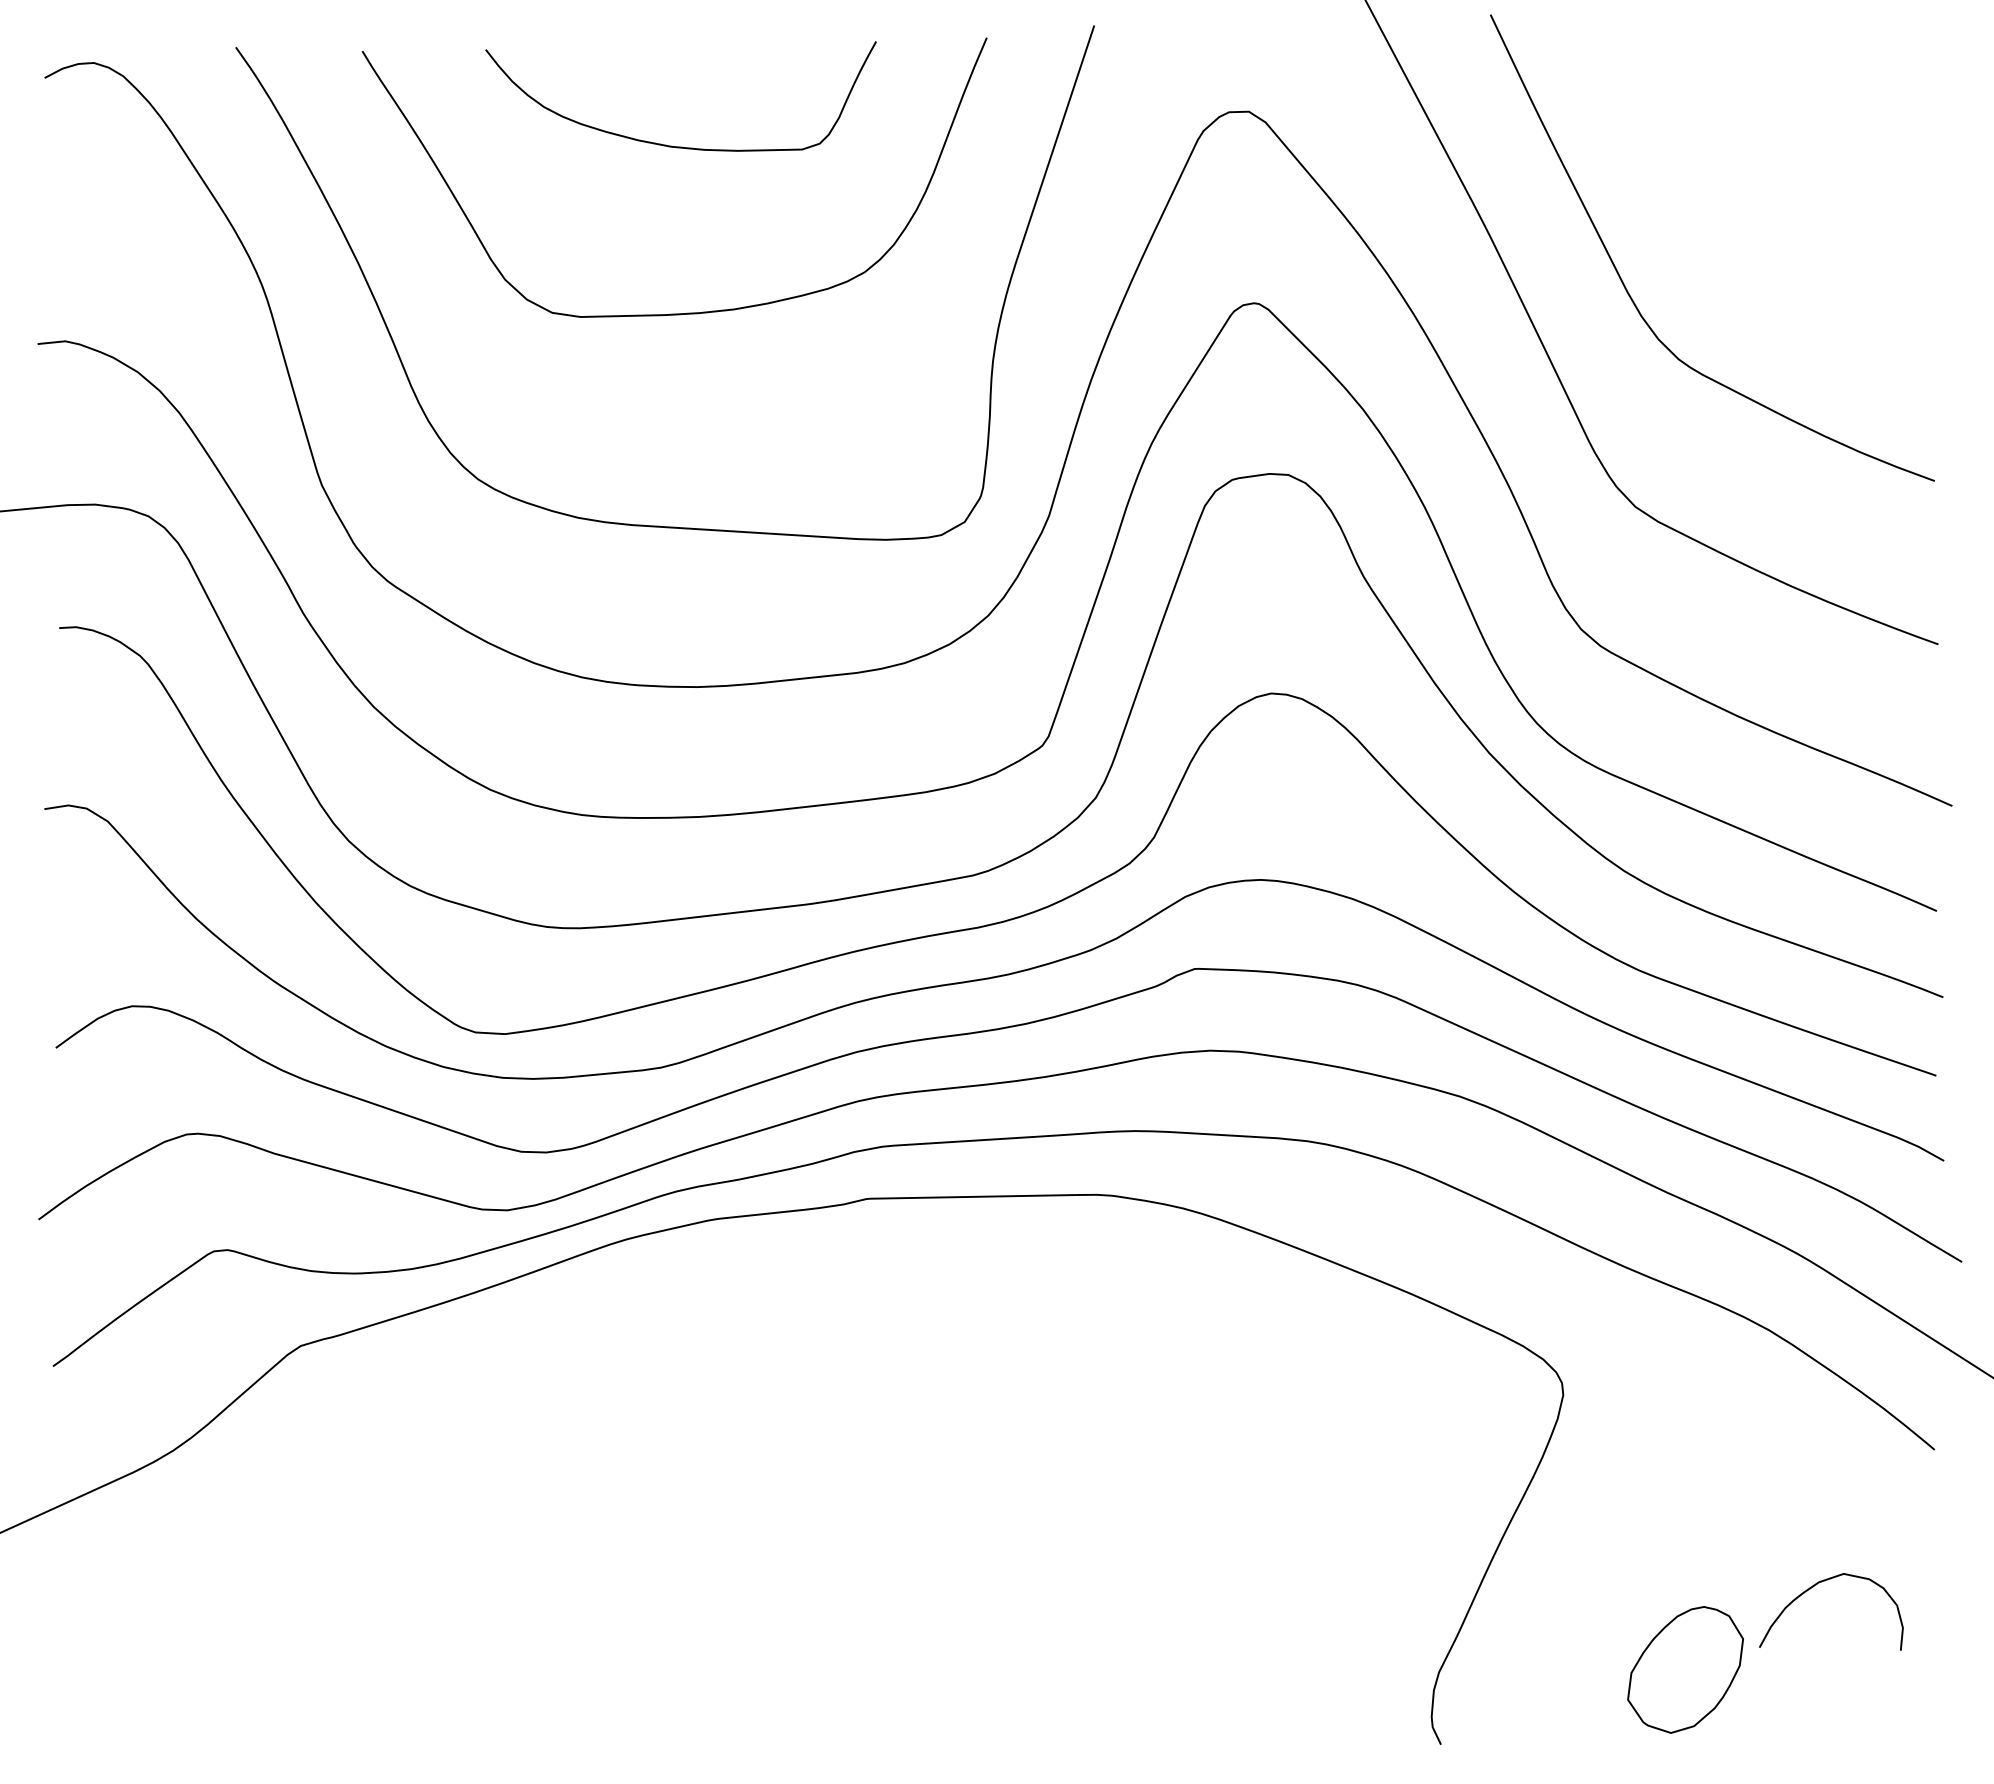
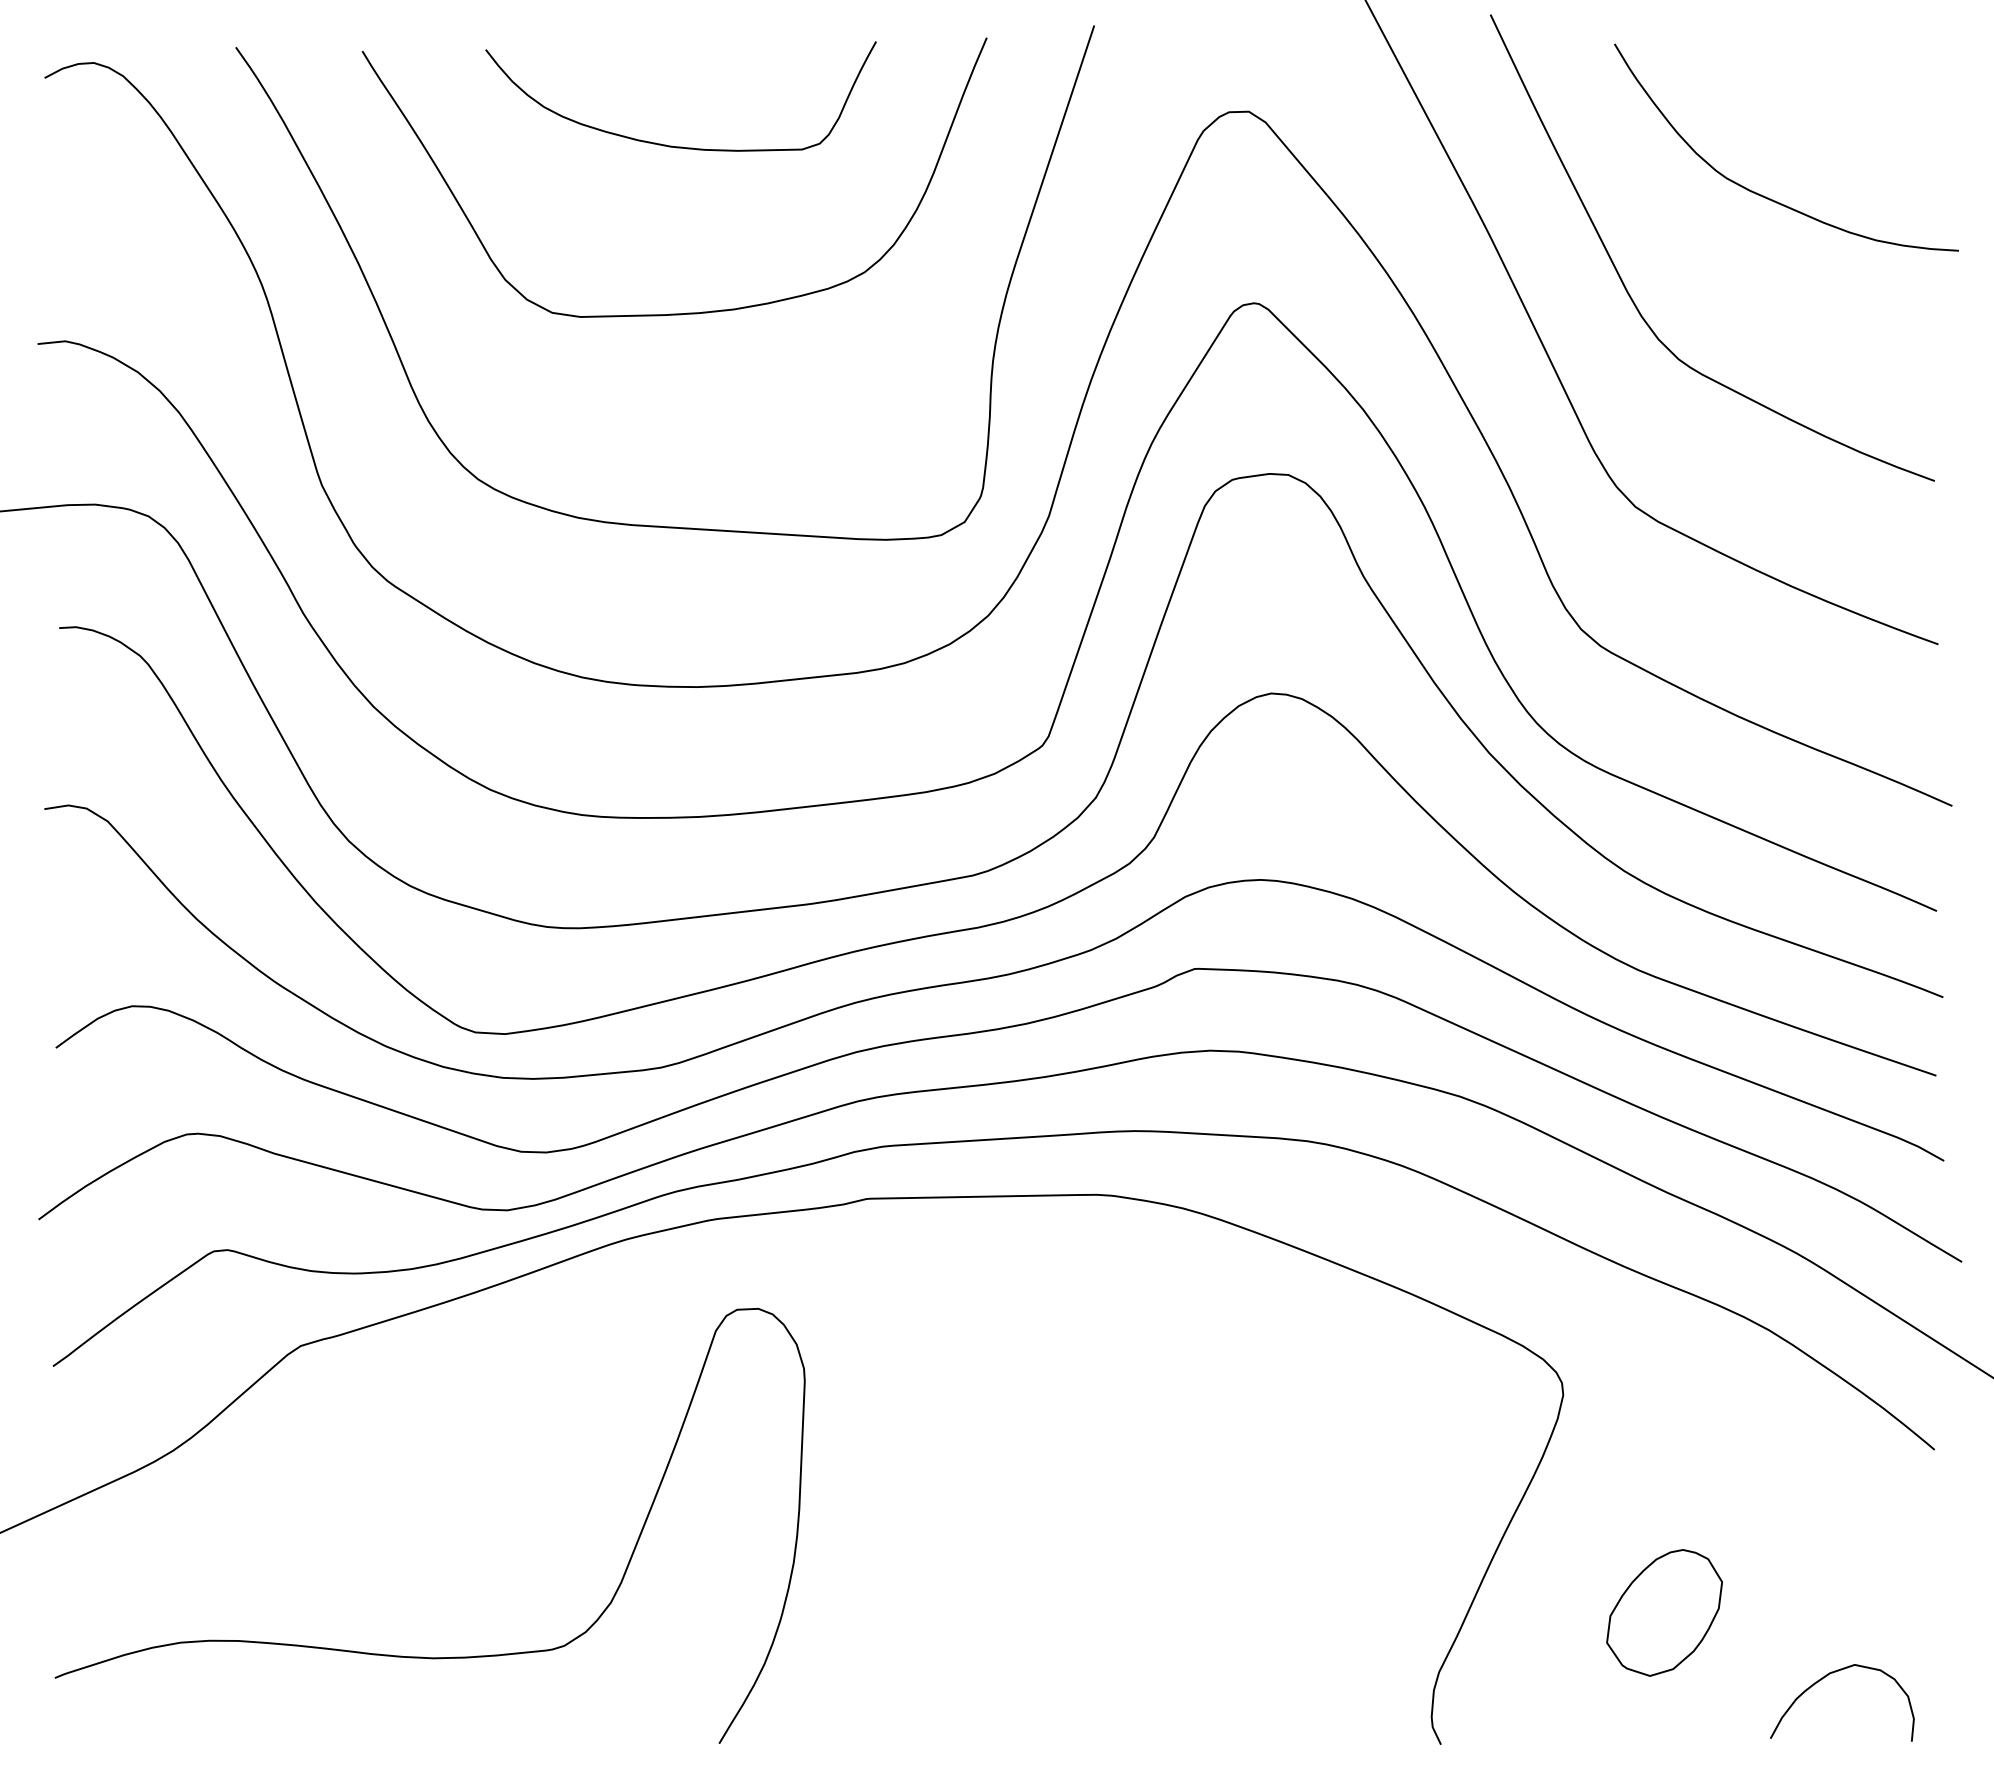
curve at (1766, 196): none -> present
curve at (1813, 1587) position: (1813, 1587) -> (1824, 1678)
curve at (422, 1656): none -> present
part at (1685, 1669) position: (1685, 1669) -> (1664, 1612)
